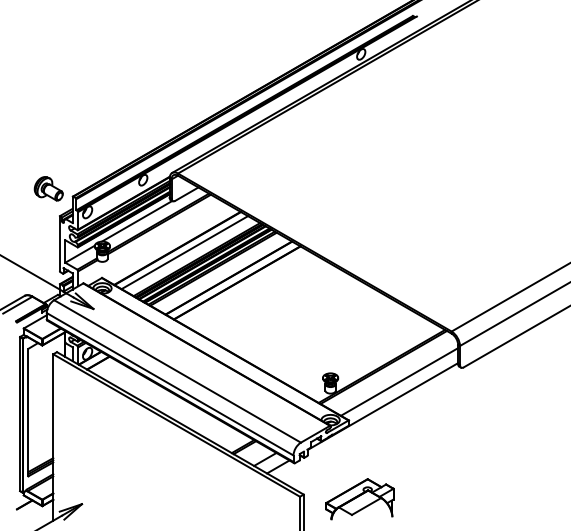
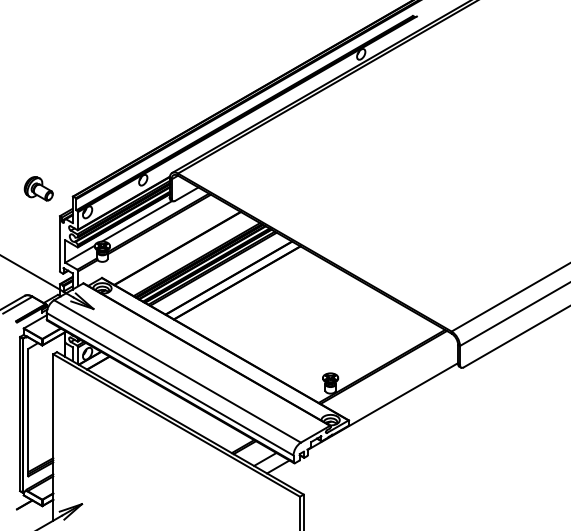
part at (48, 188) position: (48, 188) -> (38, 188)
line at (184, 252): present -> none
line at (399, 381): present -> none
part at (359, 499): present -> none
